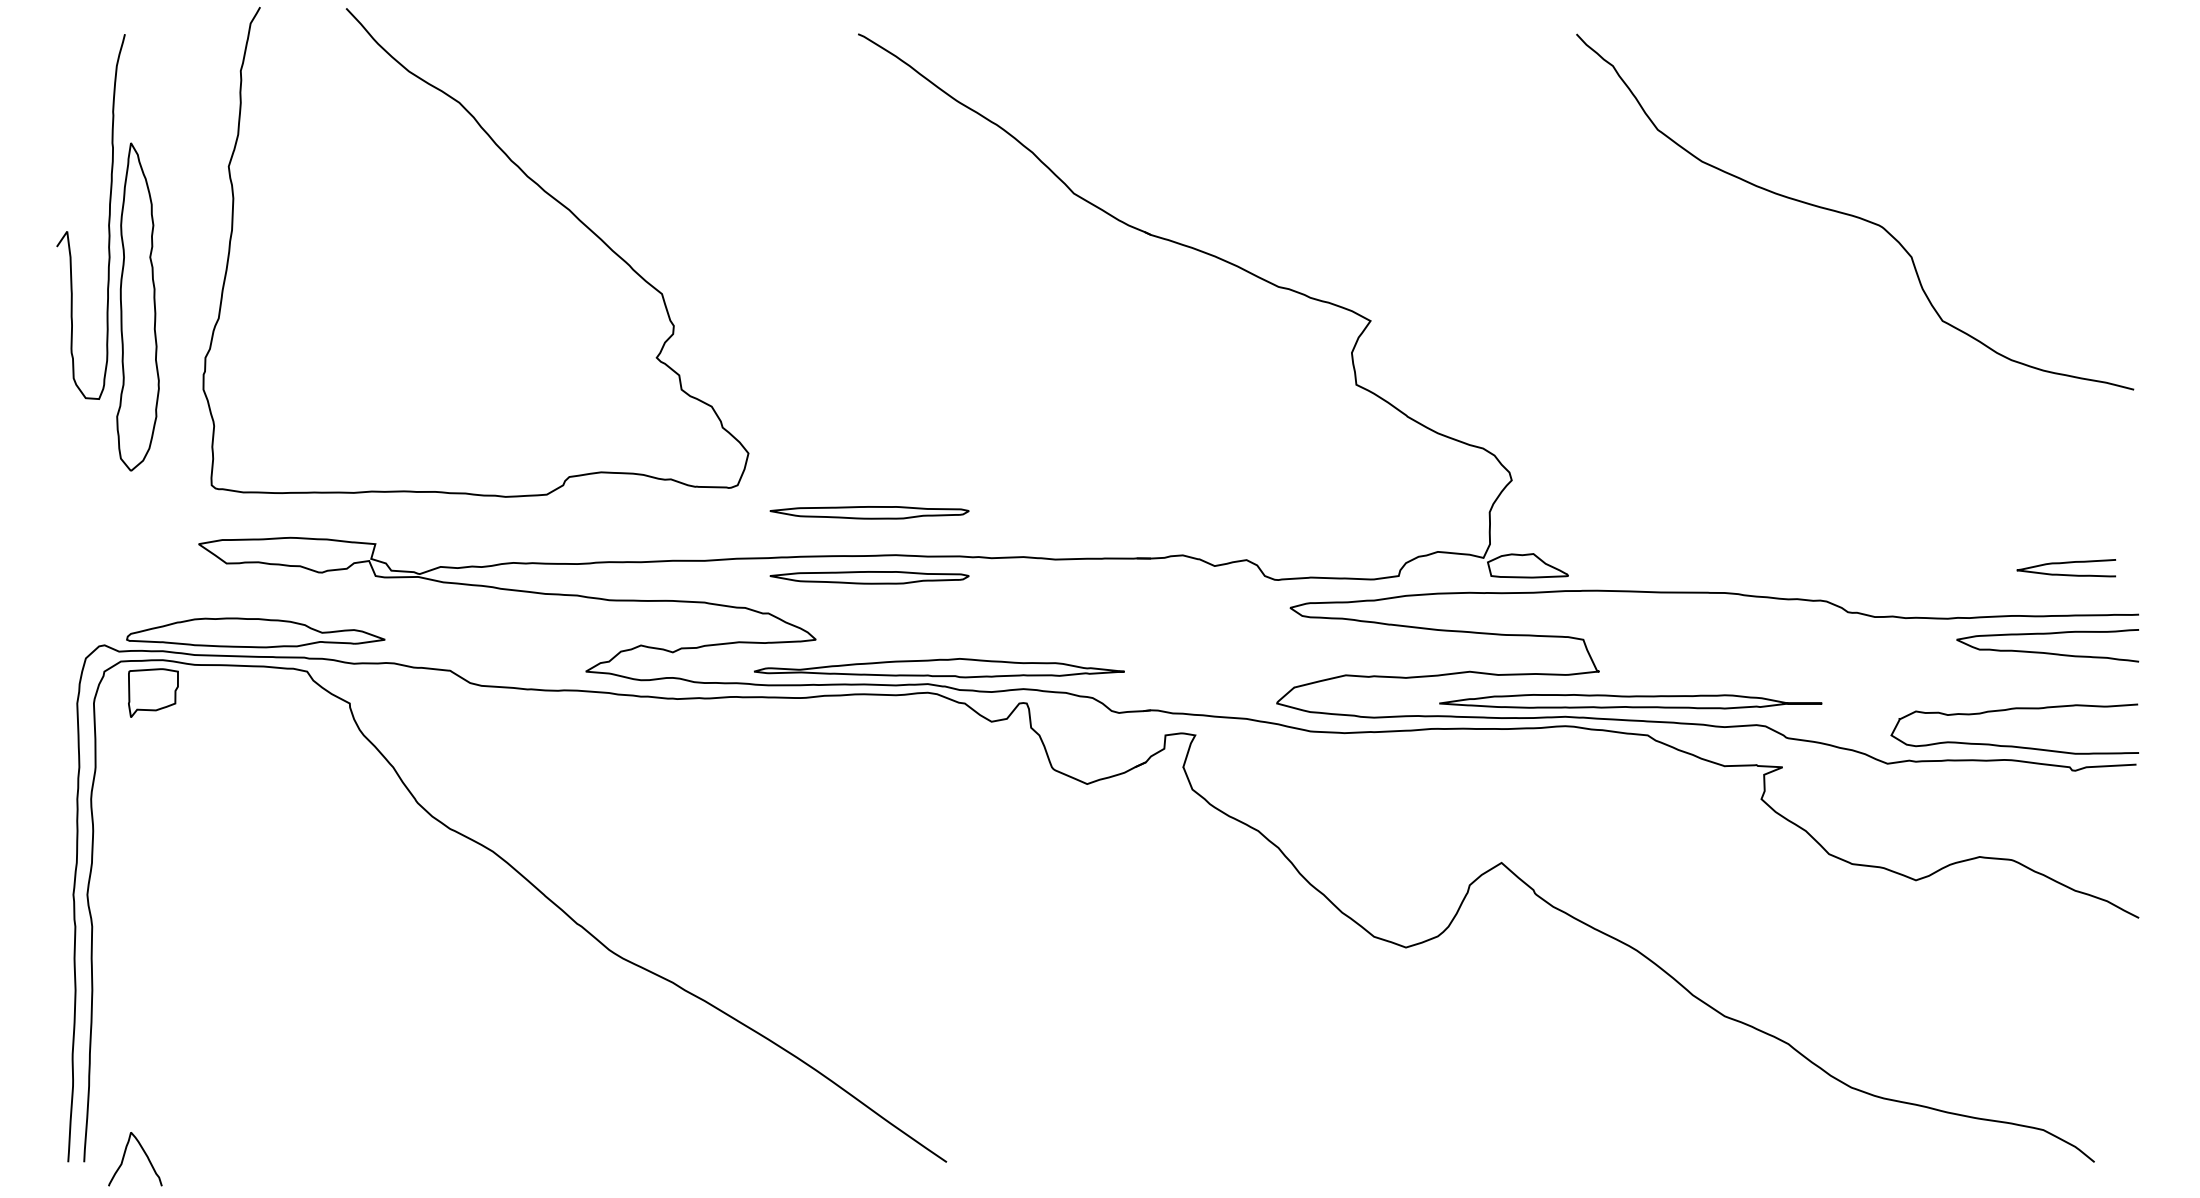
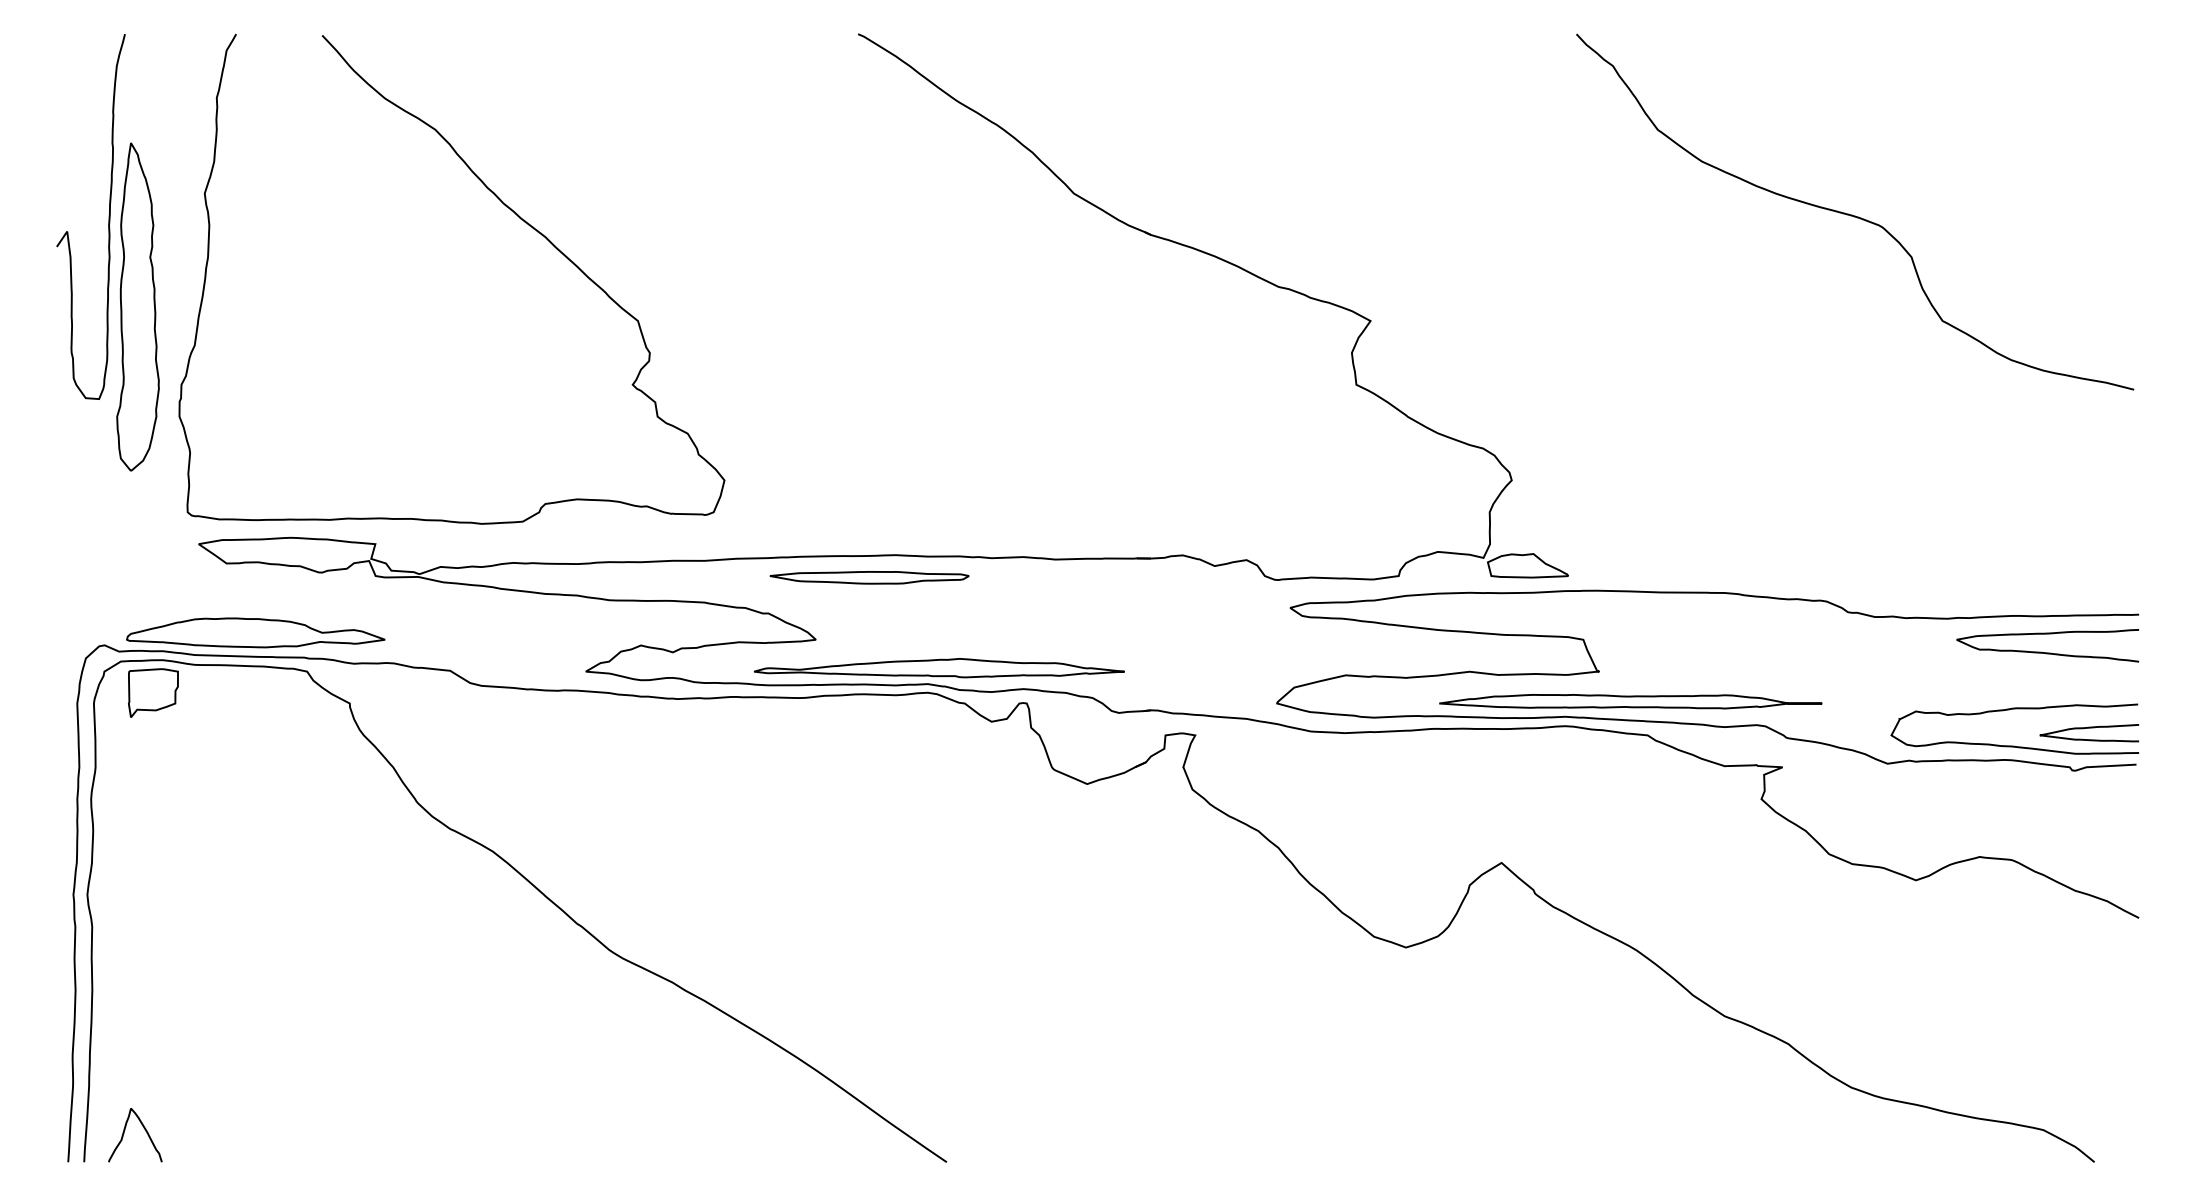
curve at (530, 180) position: (530, 180) -> (506, 207)
part at (869, 512): present -> none
curve at (2066, 563) position: (2066, 563) -> (2089, 728)
curve at (143, 1152) position: (143, 1152) -> (143, 1128)
